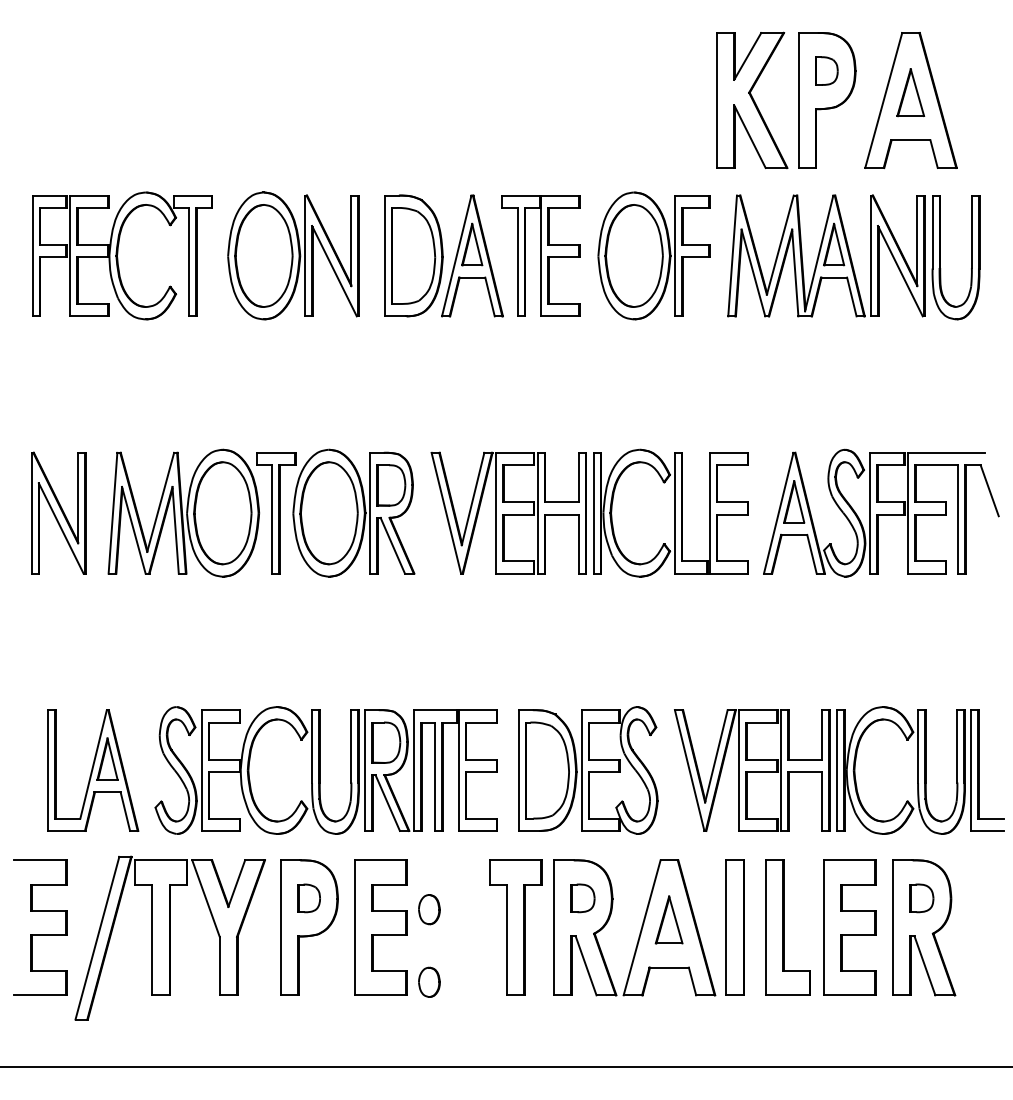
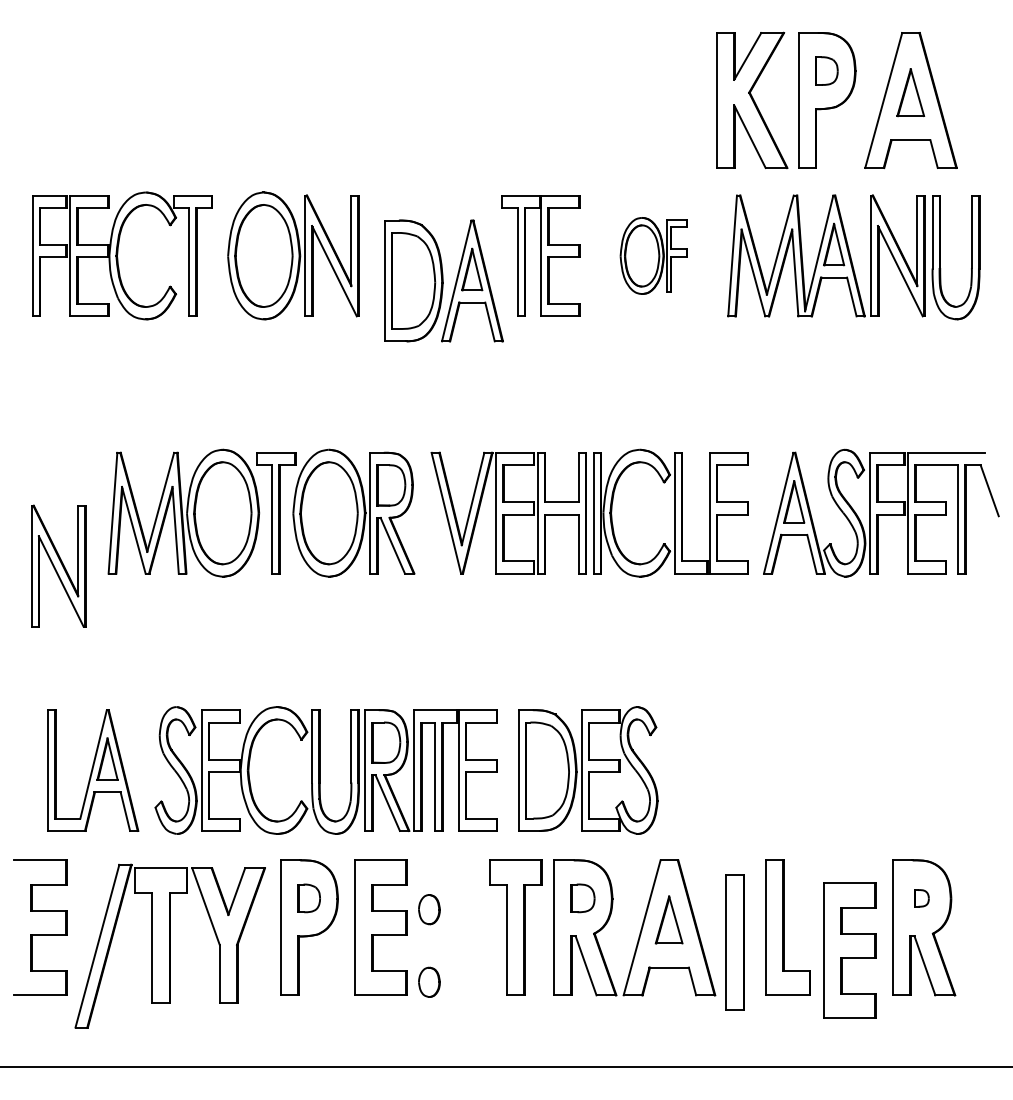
part at (443, 255) position: (443, 255) -> (443, 280)
part at (653, 255) size: 114x130 px -> 69x78 px
part at (58, 512) position: (58, 512) -> (58, 565)
part at (839, 770): present -> none
part at (921, 898) size: 26x31 px -> 16x19 px
part at (734, 927) position: (734, 927) -> (734, 942)
part at (849, 927) position: (849, 927) -> (849, 950)
part at (169, 937) position: (169, 937) -> (169, 945)
